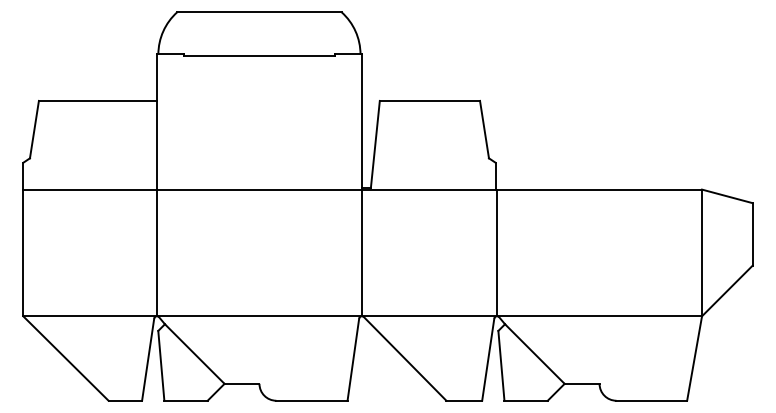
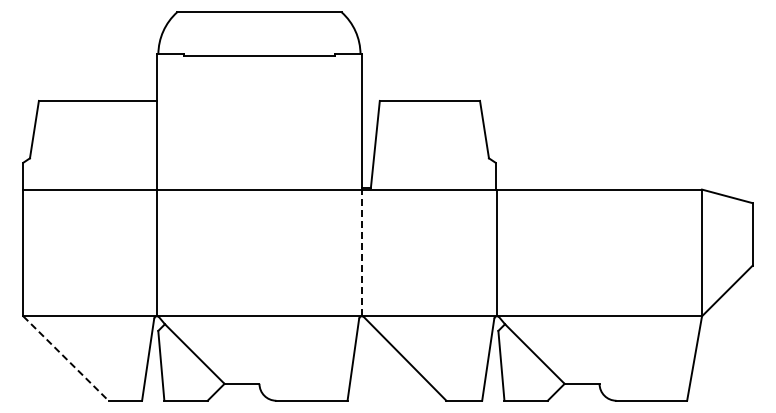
line at (361, 252): solid -> dashed
line at (66, 358): solid -> dashed
